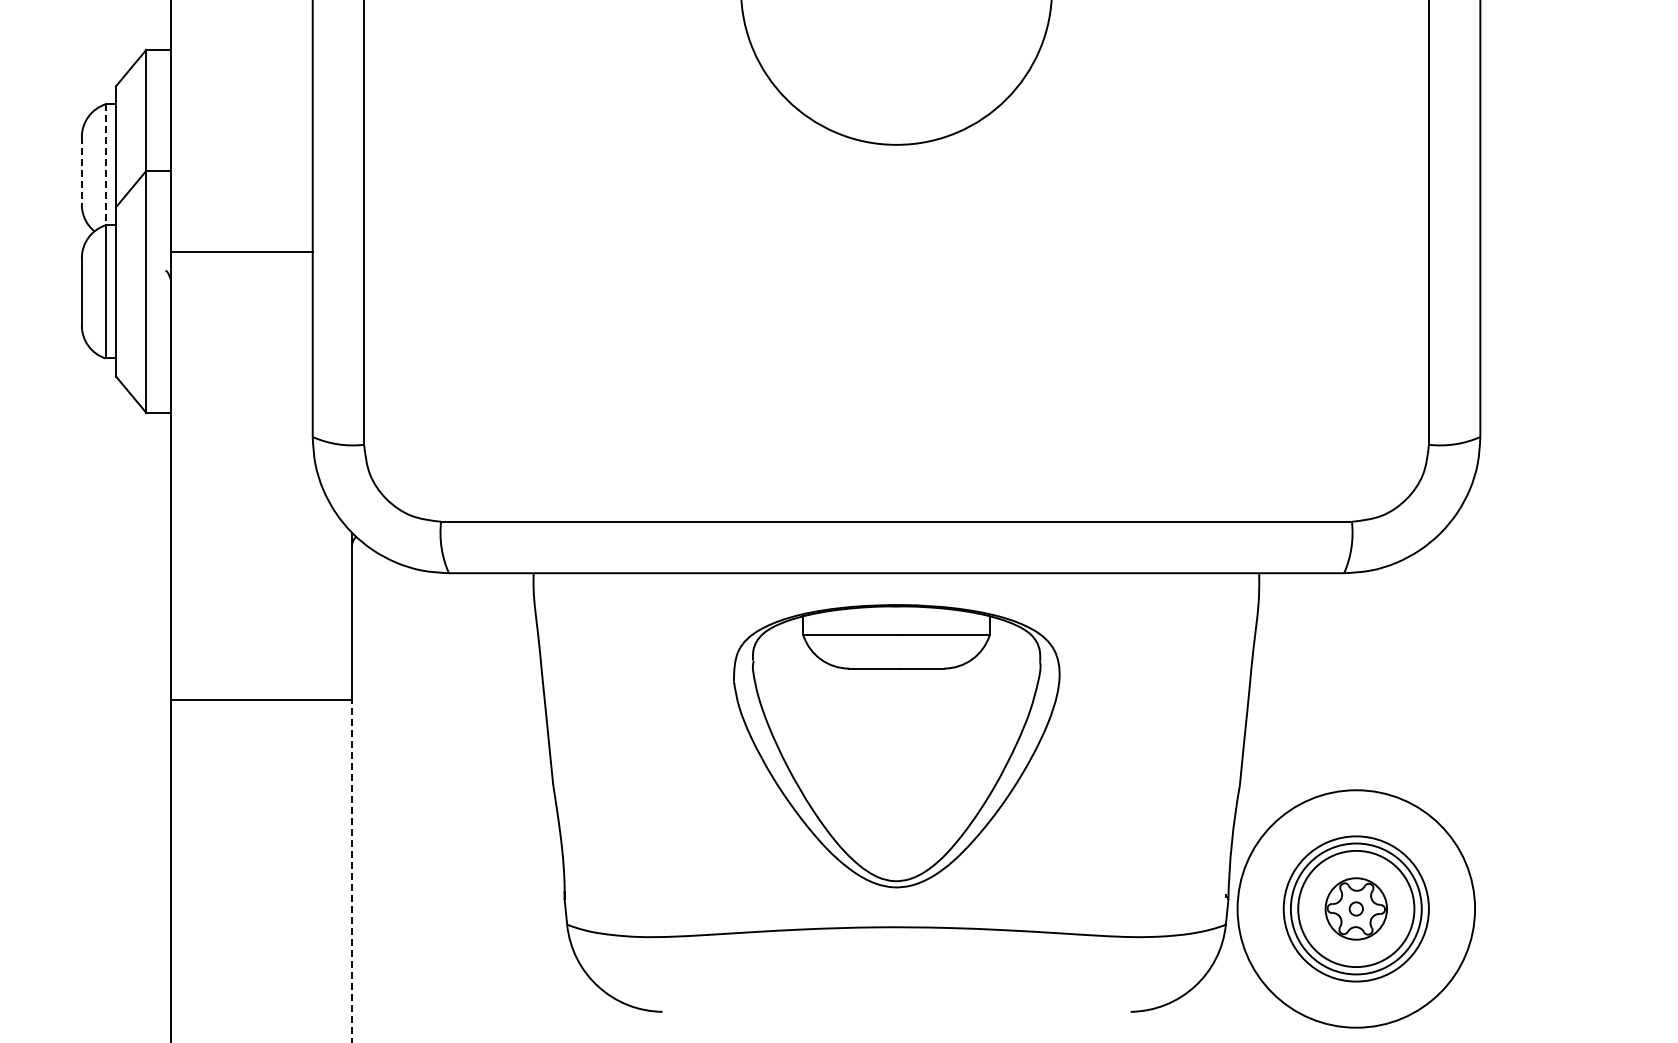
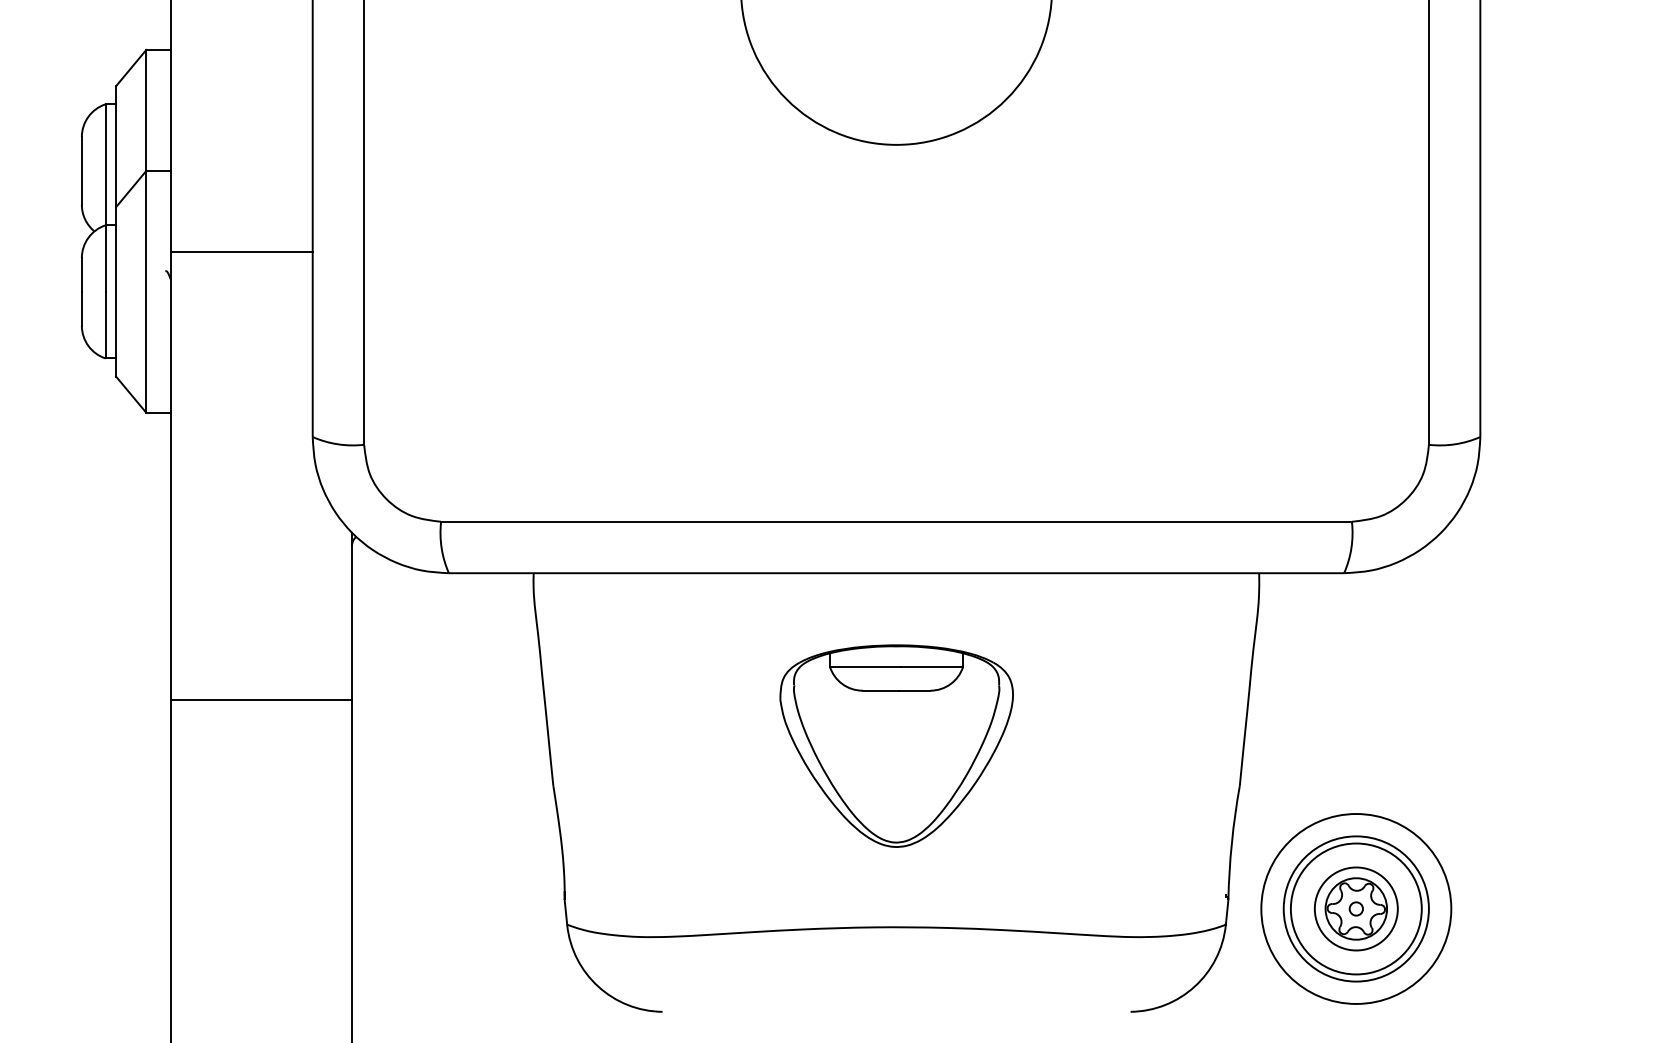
line at (105, 165): dashed -> solid
line at (81, 170): dashed -> solid
part at (896, 746) size: 328x285 px -> 235x204 px
line at (352, 870): dashed -> solid
circle at (1356, 908) diameter: 116 px -> 83 px
circle at (1356, 908) diameter: 237 px -> 190 px
